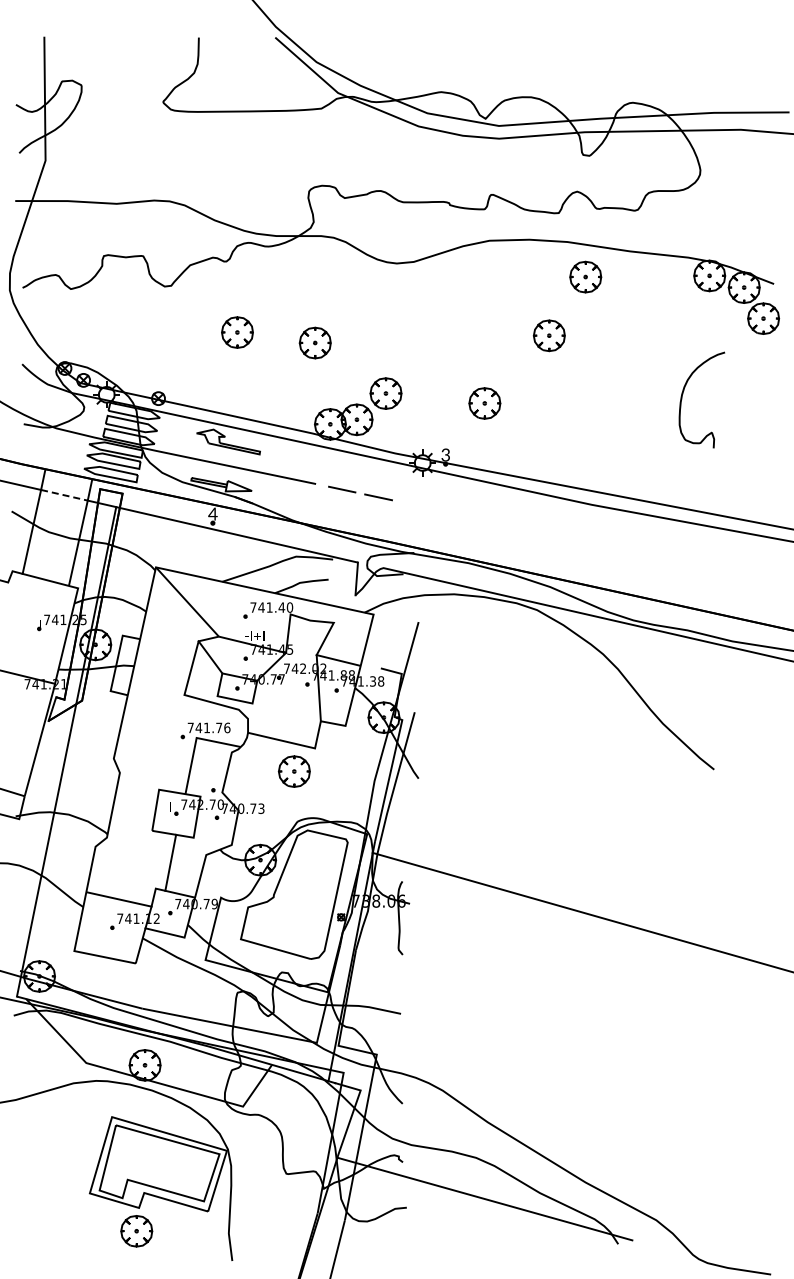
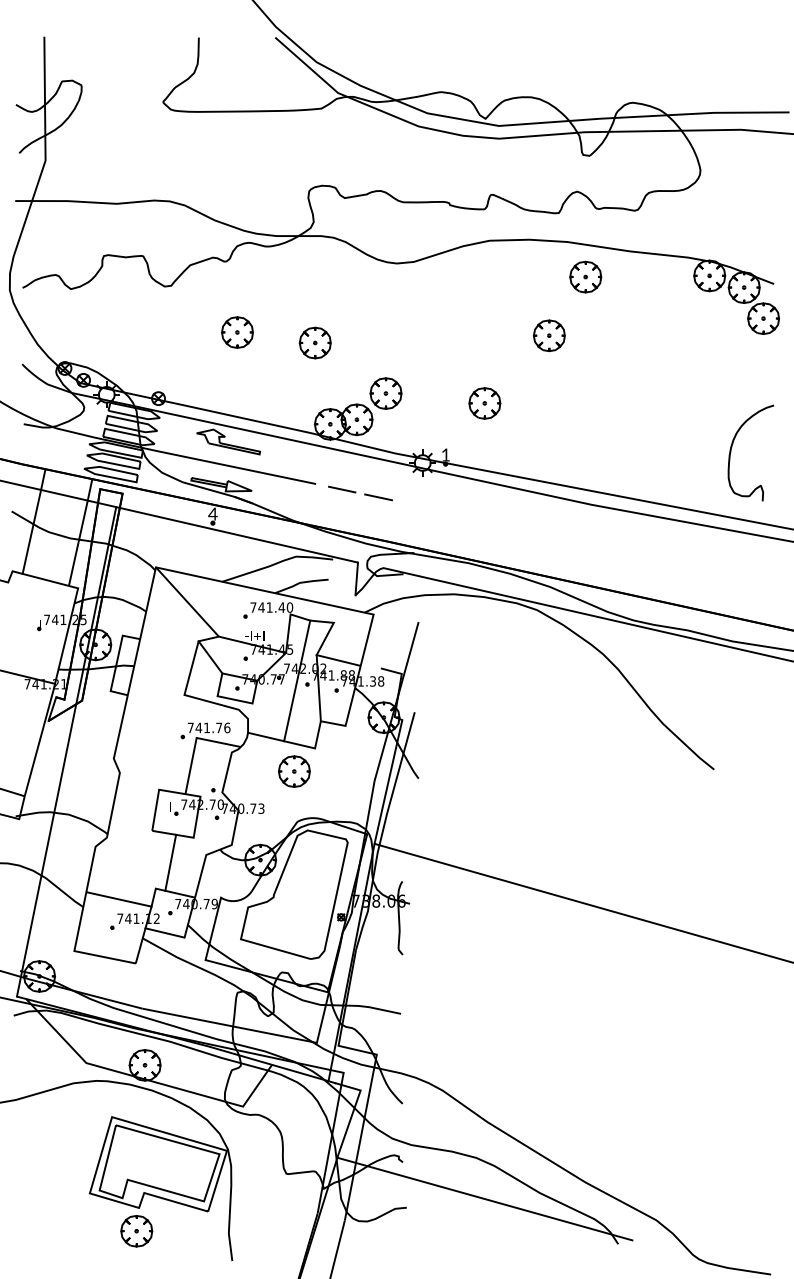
curve at (683, 394) position: (683, 394) -> (732, 447)
text at (445, 454): 3 -> 1
line at (64, 495): dashed -> solid
line at (297, 680): none -> present
line at (581, 911) position: (581, 911) -> (582, 902)
